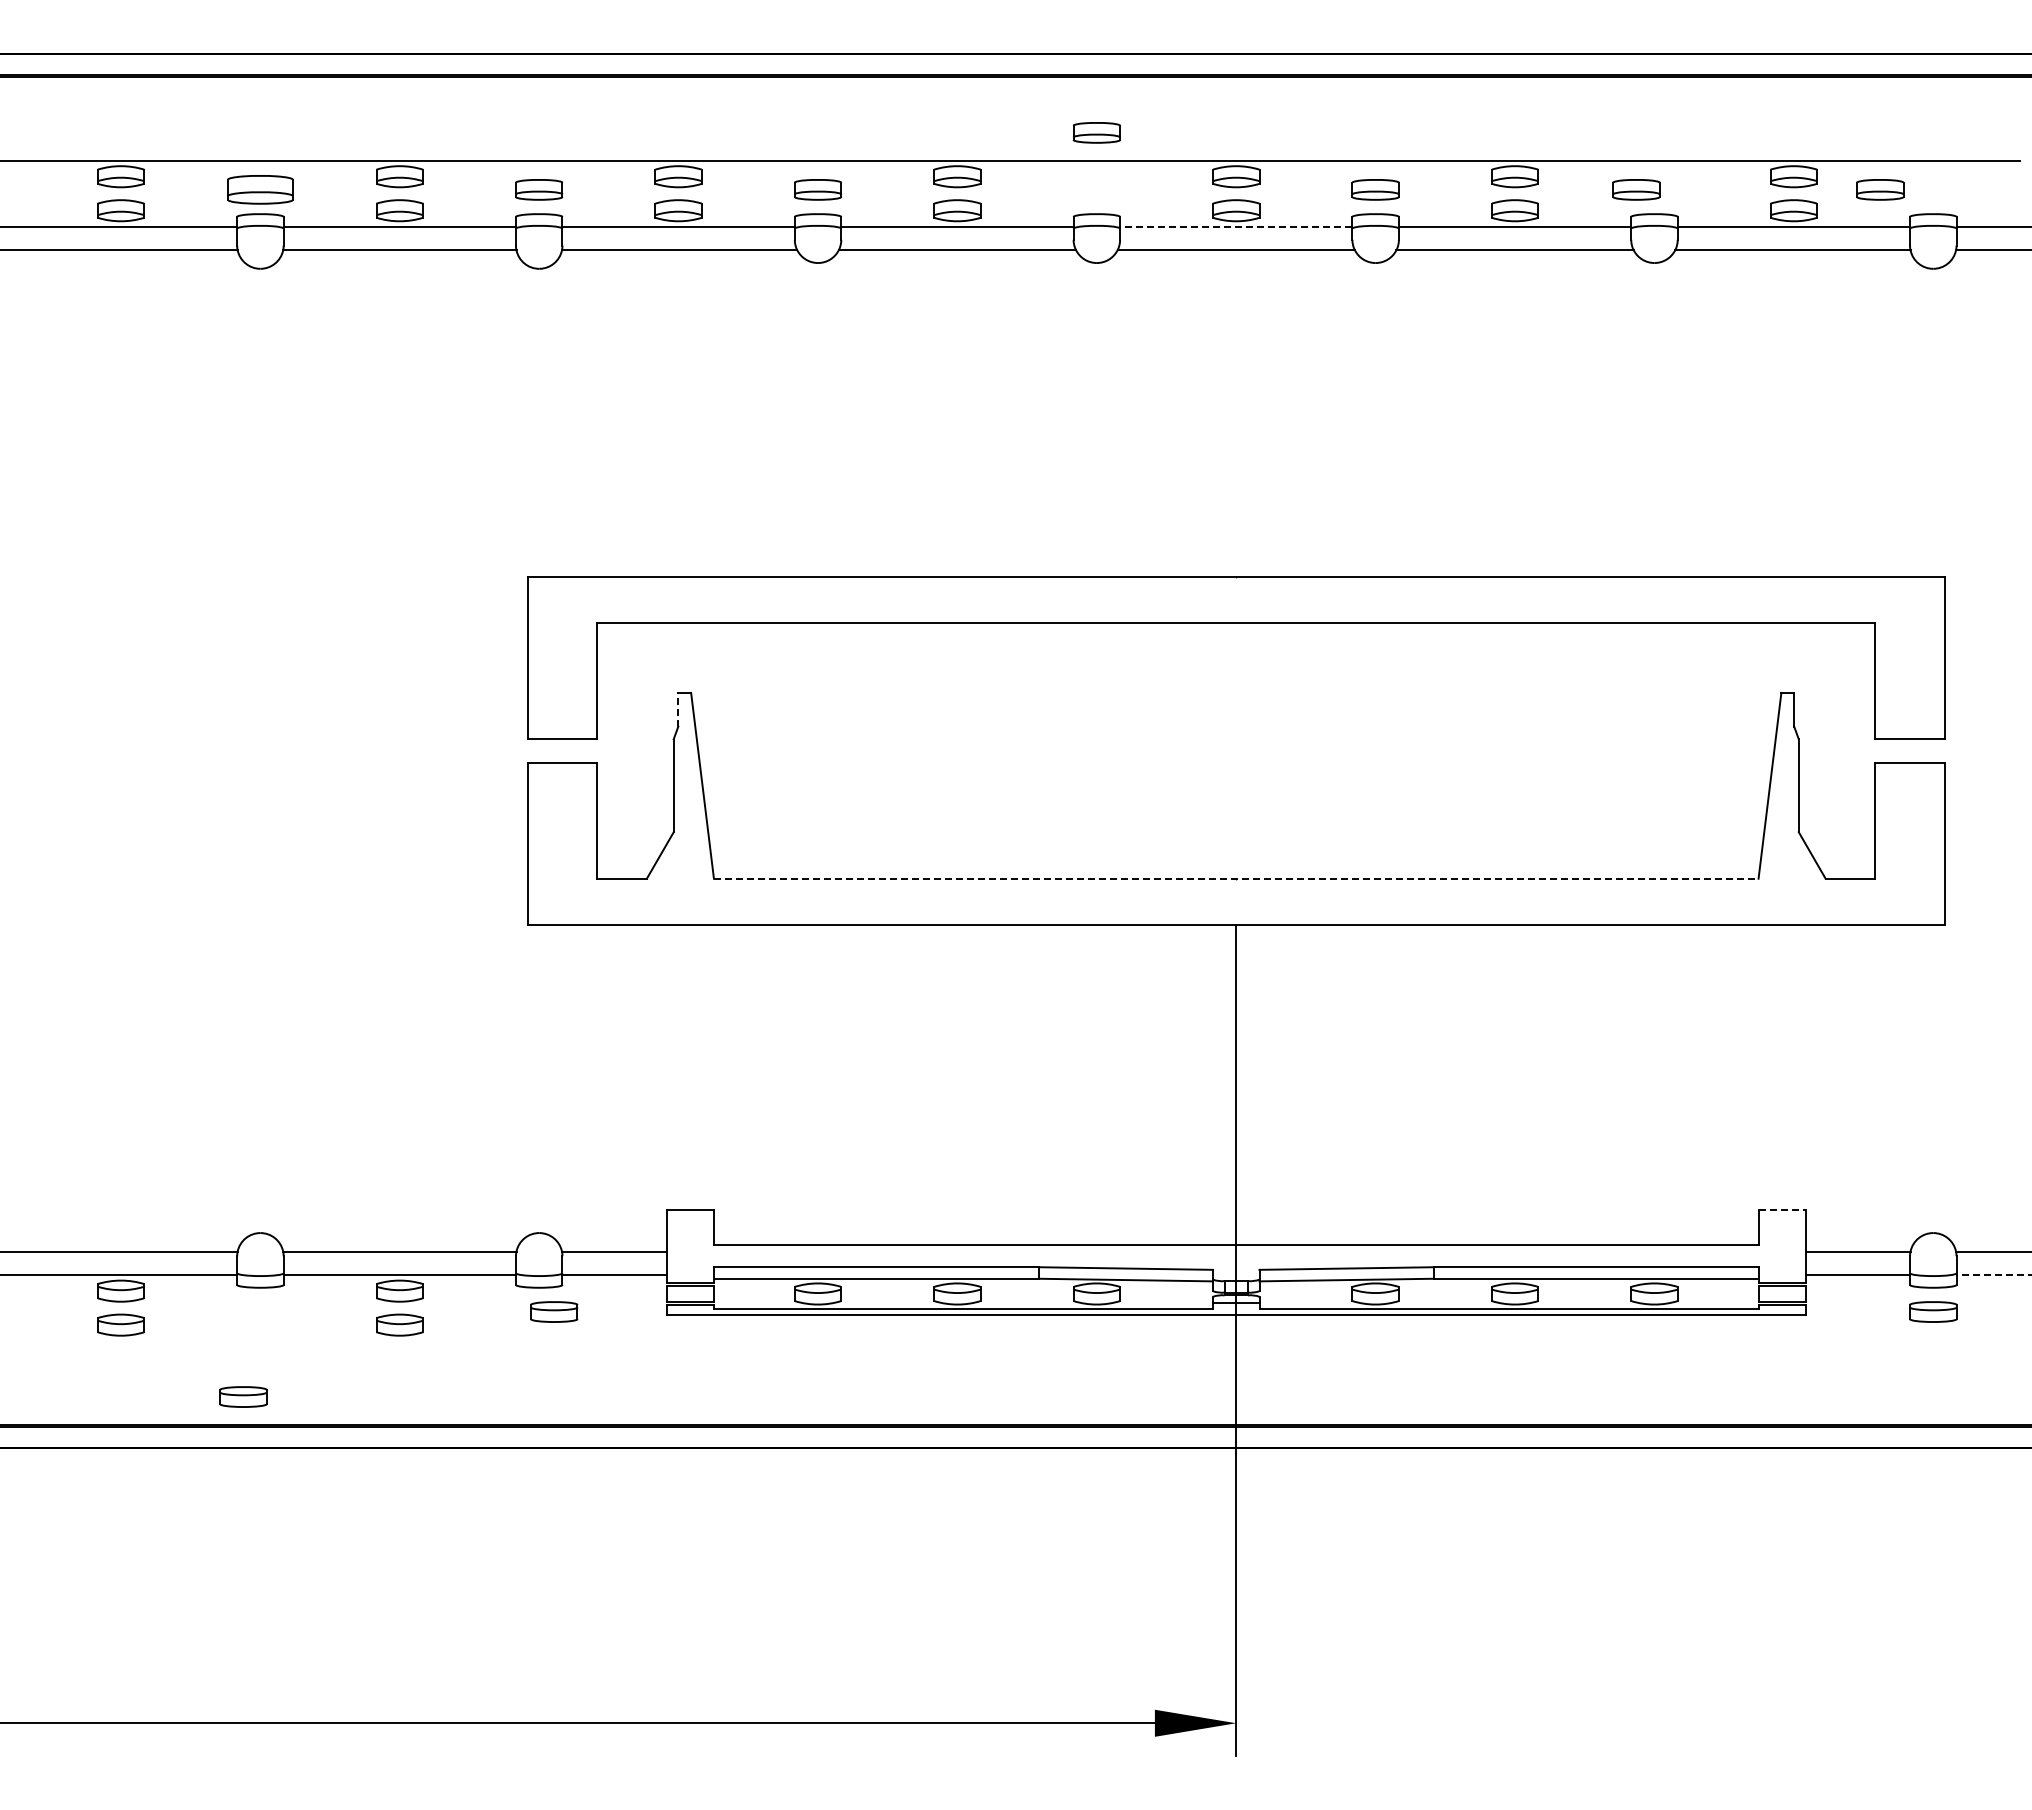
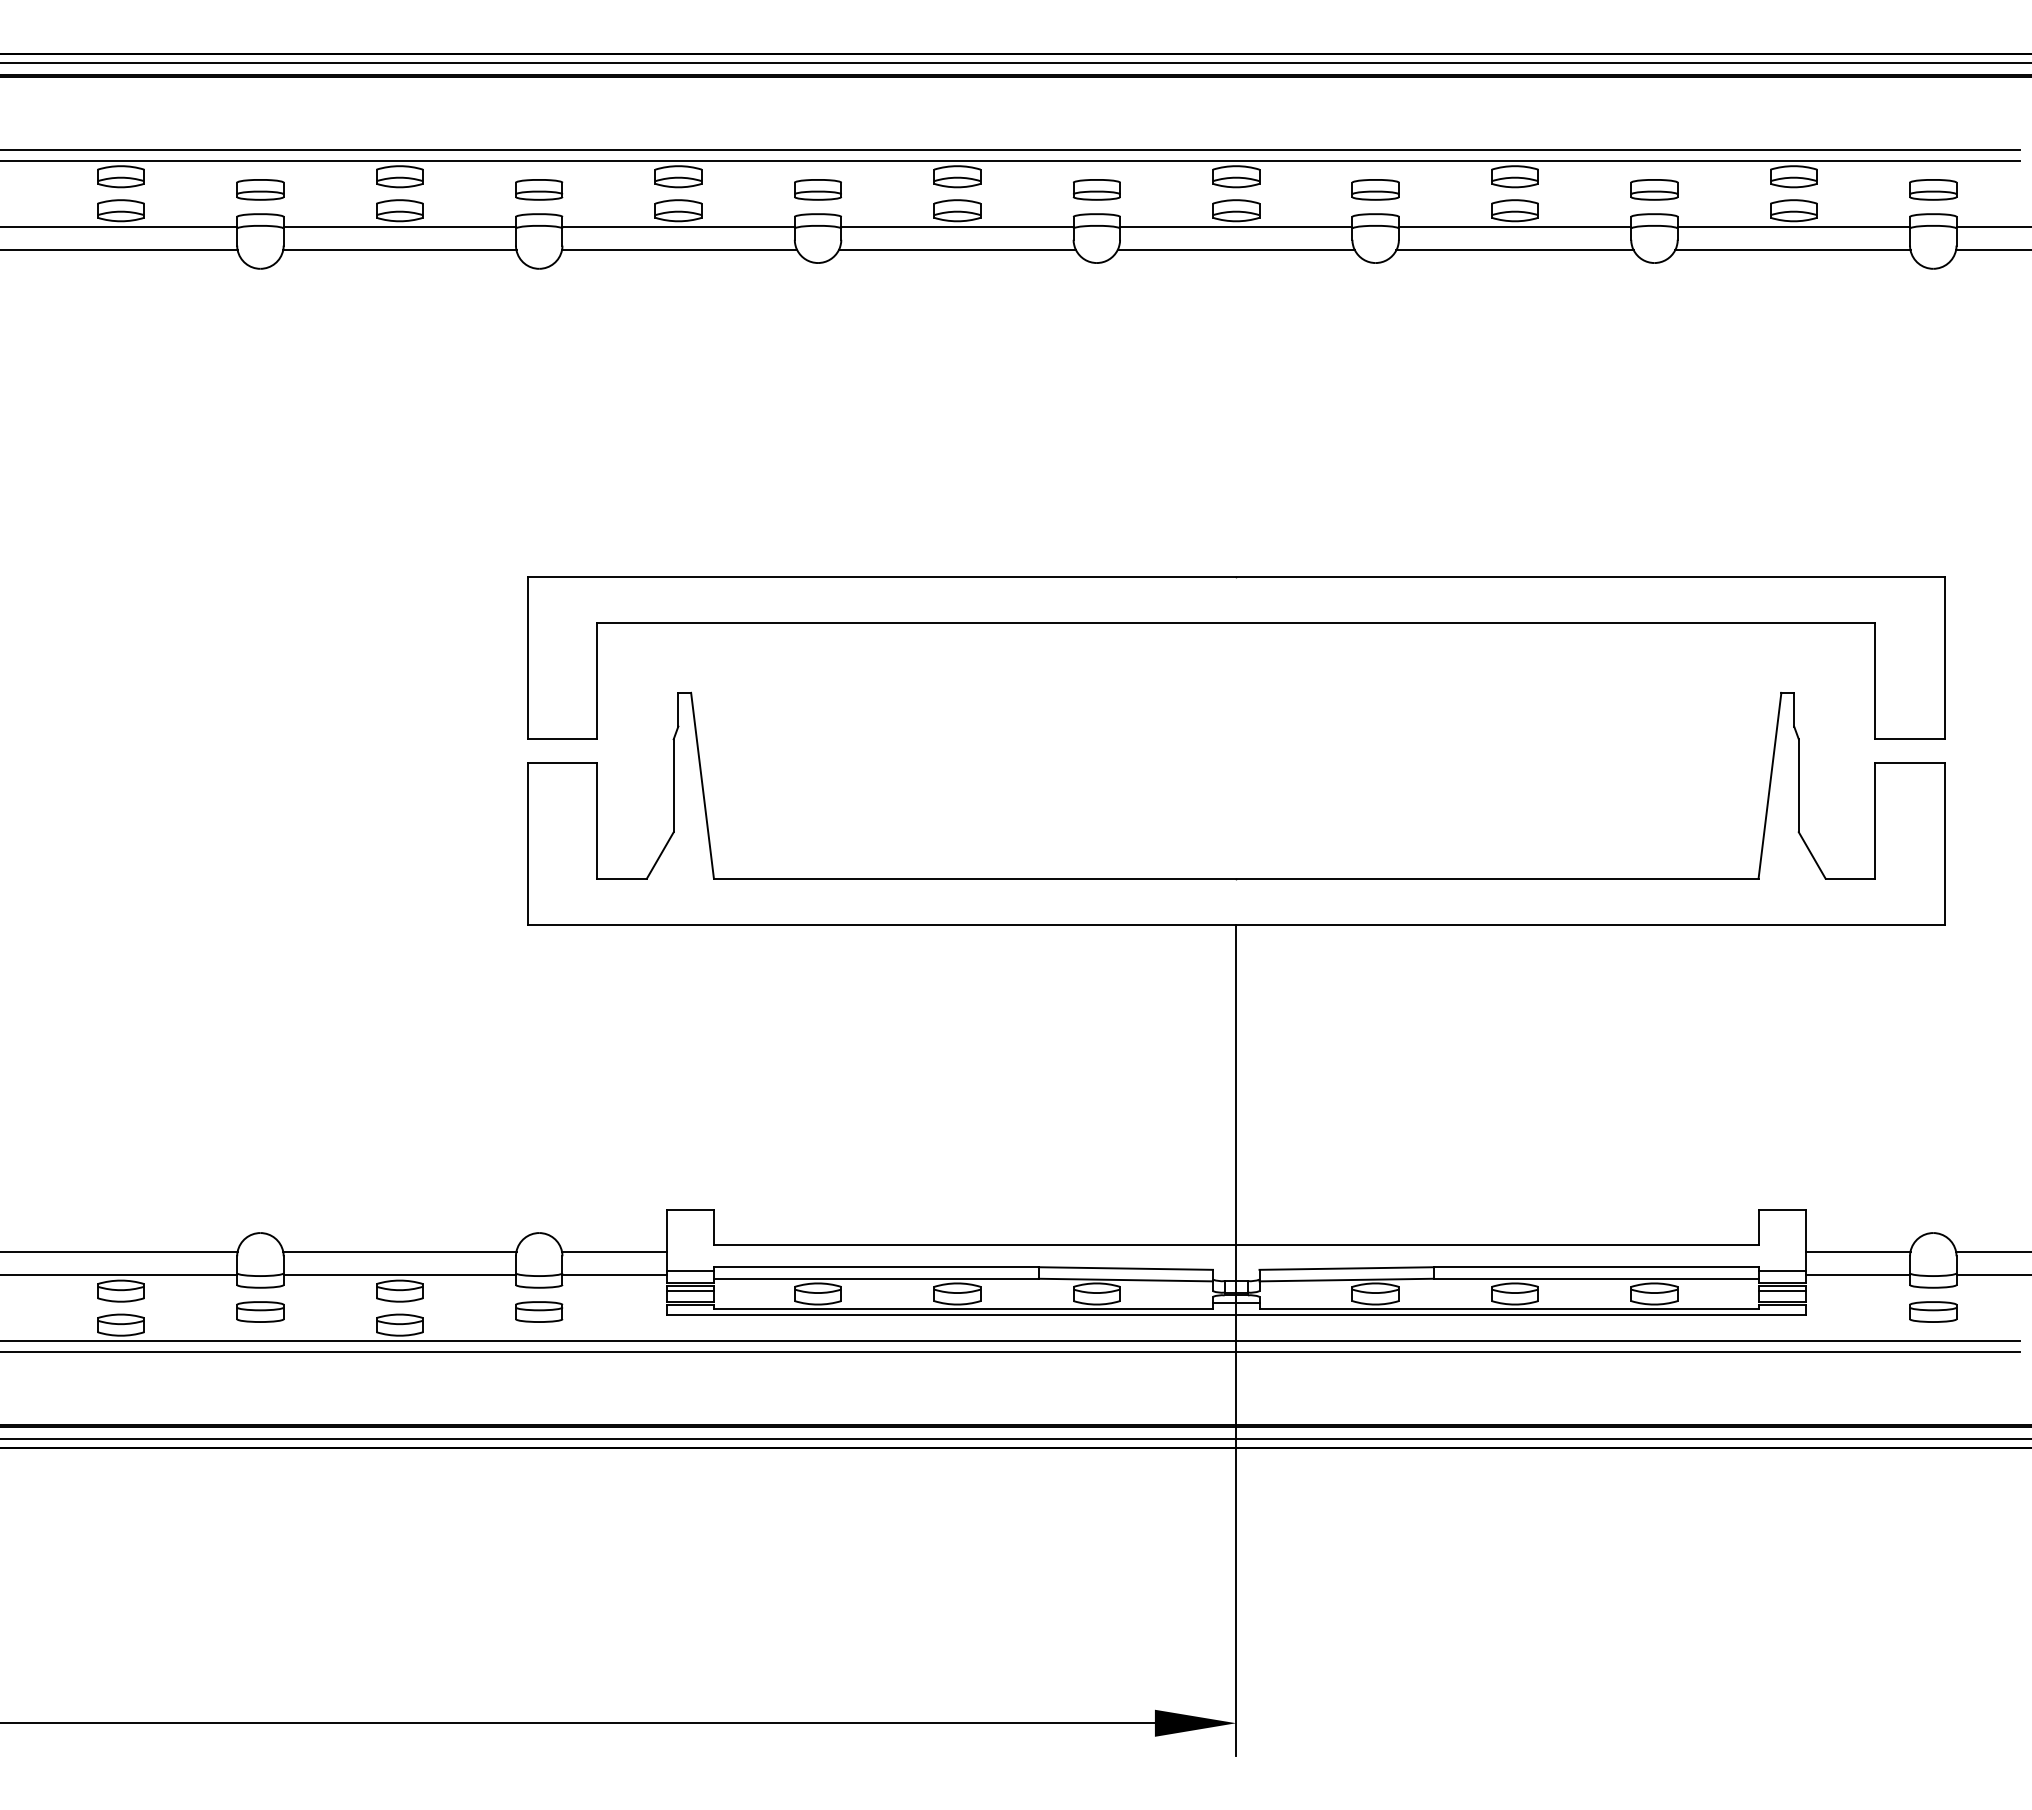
line at (1015, 63): none -> present
part at (1096, 132) position: (1096, 132) -> (1096, 189)
line at (1011, 149): none -> present
part at (260, 189) size: 67x30 px -> 49x22 px
part at (1636, 189) position: (1636, 189) -> (1654, 189)
part at (1880, 189) position: (1880, 189) -> (1933, 189)
line at (1235, 227): dashed -> solid
line at (678, 709): dashed -> solid
line at (1236, 878): dashed -> solid
line at (1782, 1209): dashed -> solid
line at (690, 1271): none -> present
line at (1782, 1271): none -> present
line at (1993, 1274): dashed -> solid
line at (690, 1290): none -> present
line at (1782, 1290): none -> present
part at (554, 1311) position: (554, 1311) -> (539, 1311)
line at (1011, 1340): none -> present
line at (1011, 1352): none -> present
part at (243, 1396) position: (243, 1396) -> (260, 1311)
line at (1015, 1438): none -> present
